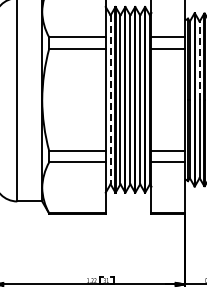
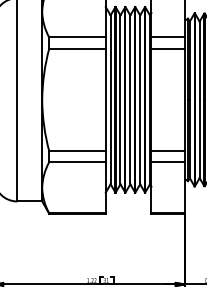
line at (199, 60): dashed -> solid
line at (110, 100): dashed -> solid
